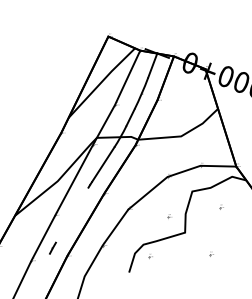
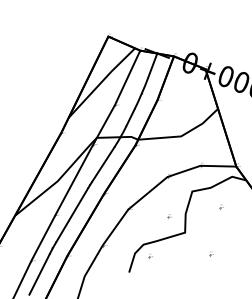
line at (72, 214): none -> present
line at (39, 274): none -> present
